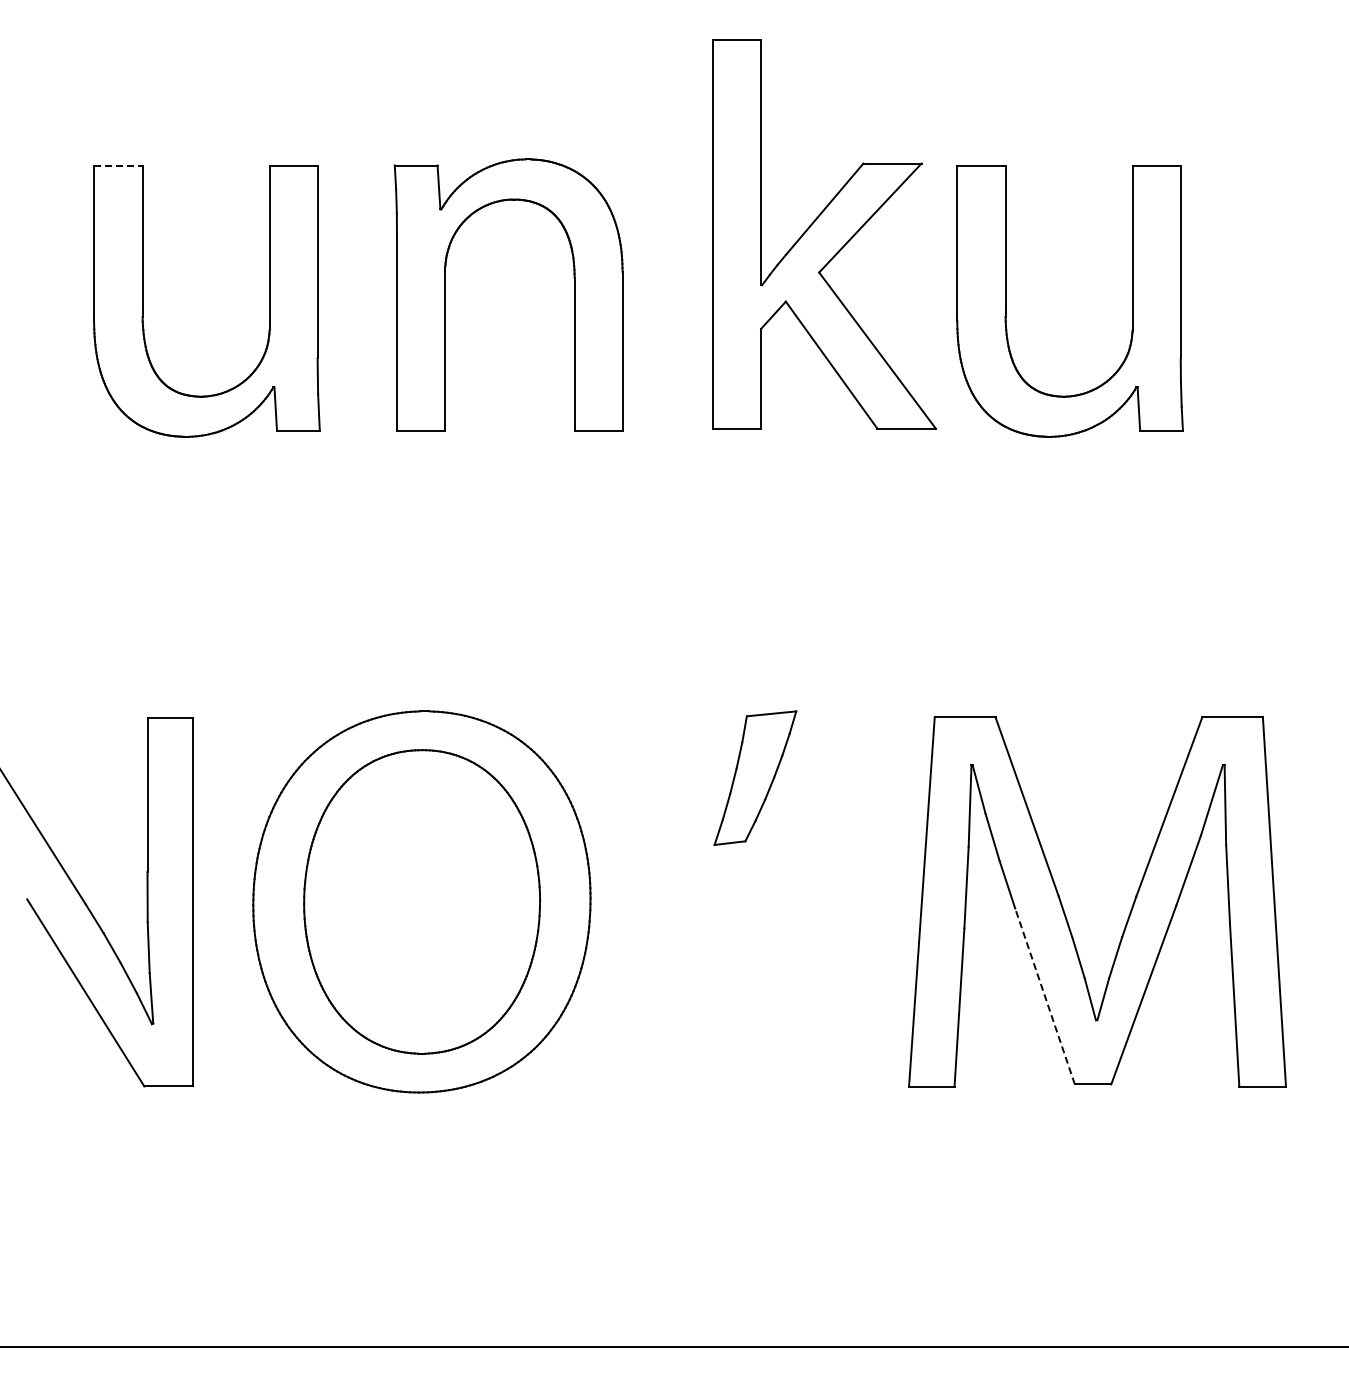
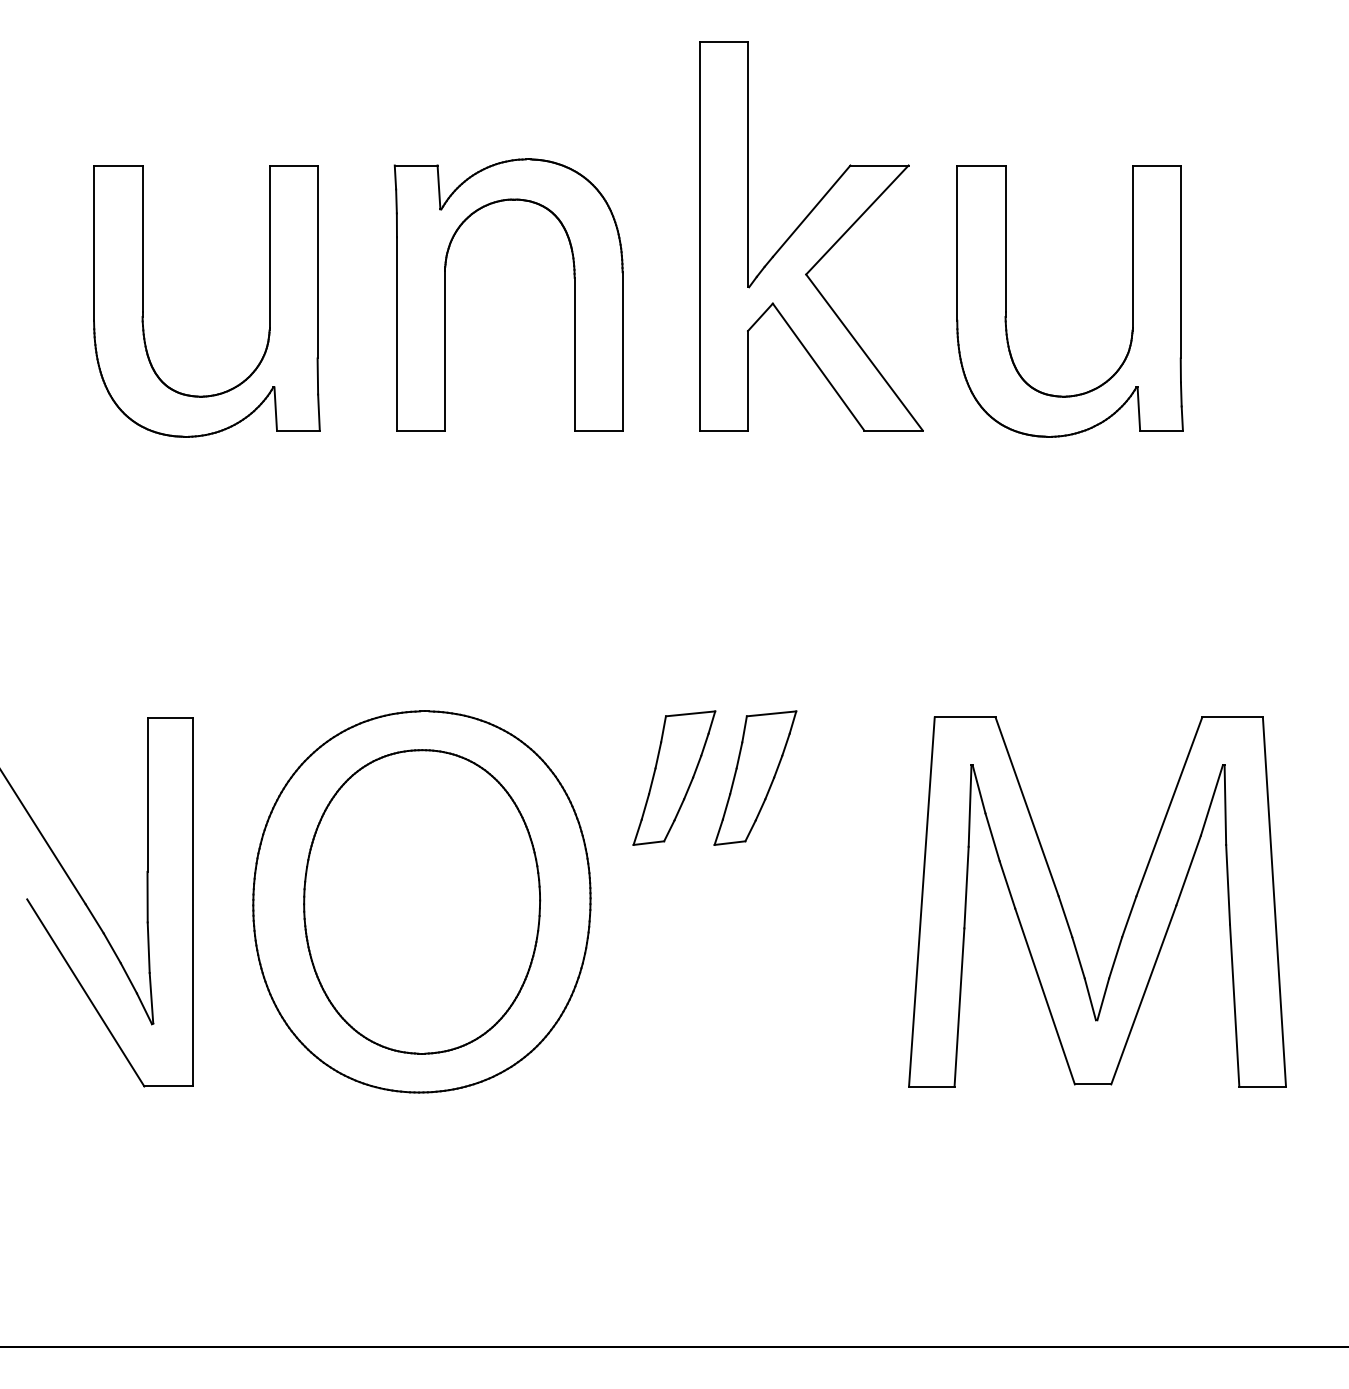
line at (118, 165): dashed -> solid
part at (824, 234) position: (824, 234) -> (811, 236)
part at (674, 777): none -> present
line at (1045, 996): dashed -> solid
